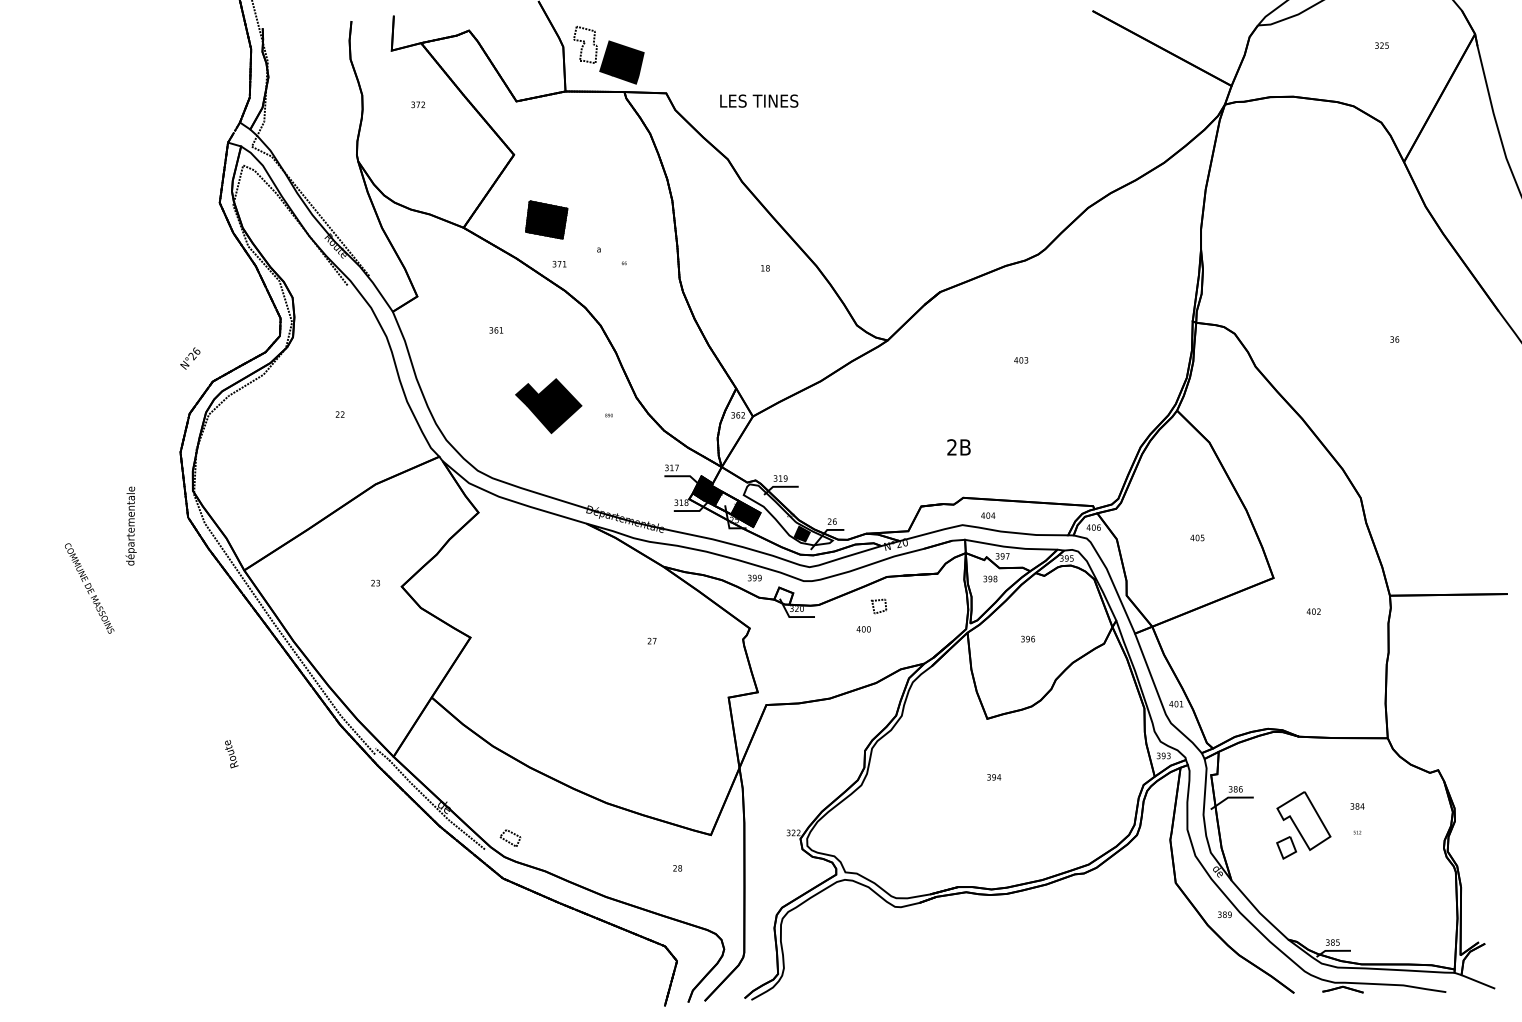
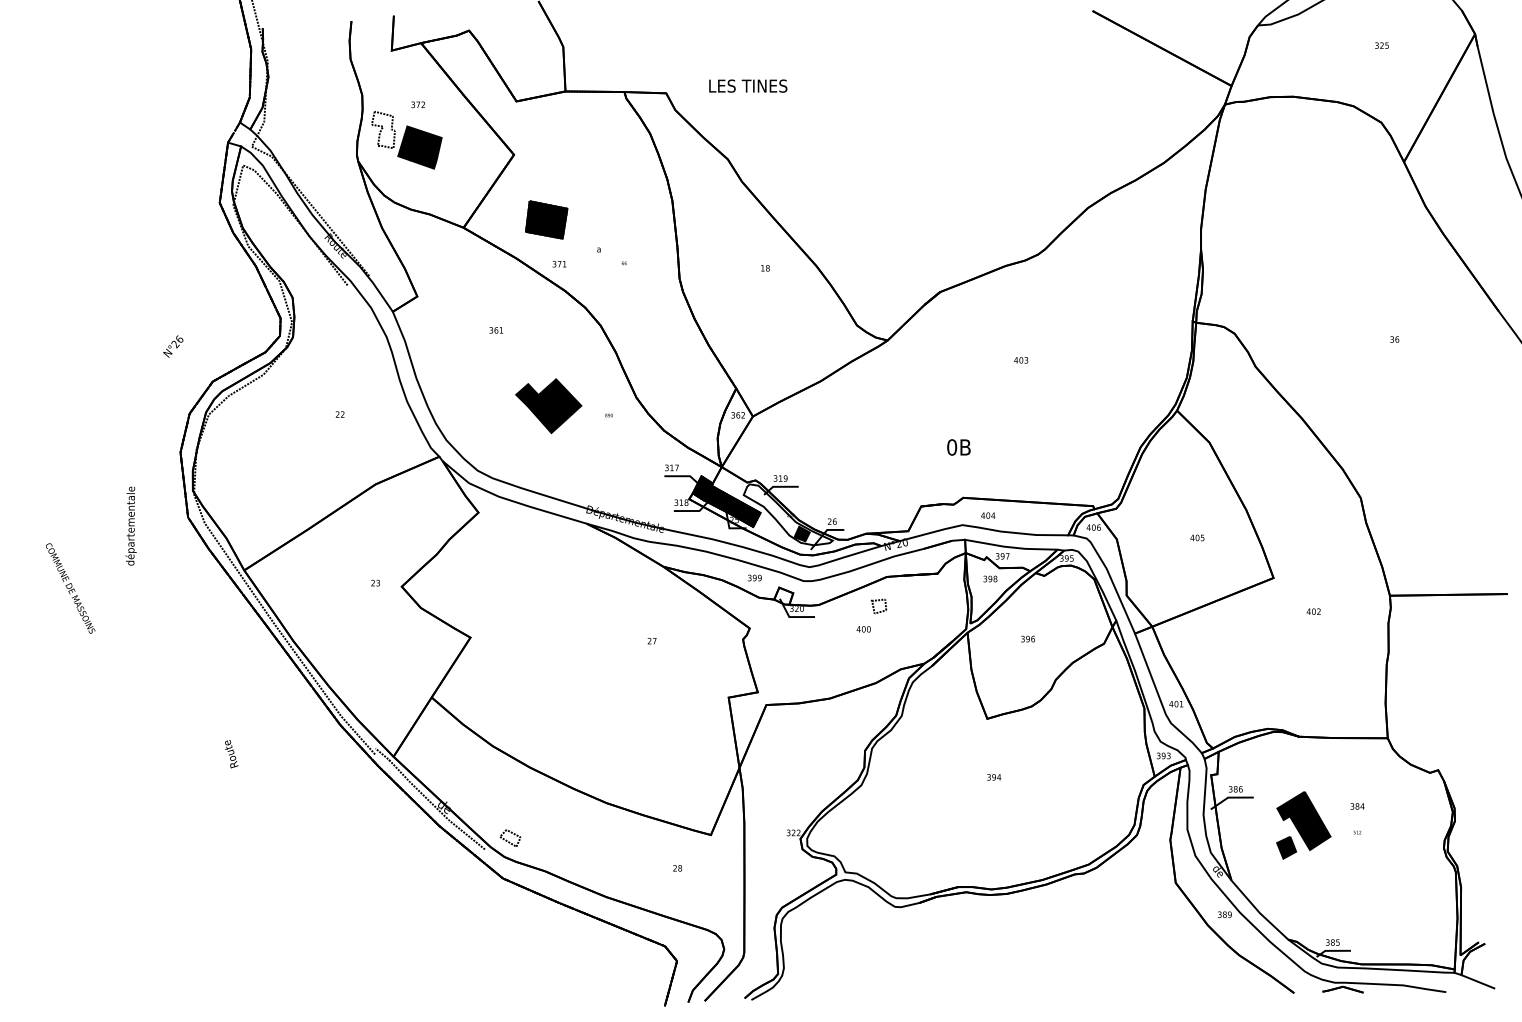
part at (608, 55) position: (608, 55) -> (406, 140)
text at (759, 100) position: (759, 100) -> (748, 85)
text at (190, 358) position: (190, 358) -> (173, 346)
text at (952, 447): 2B -> 0B
fill at (726, 502): none -> present
text at (89, 588) position: (89, 588) -> (70, 588)
fill at (1303, 820): none -> present
fill at (1286, 847): none -> present
